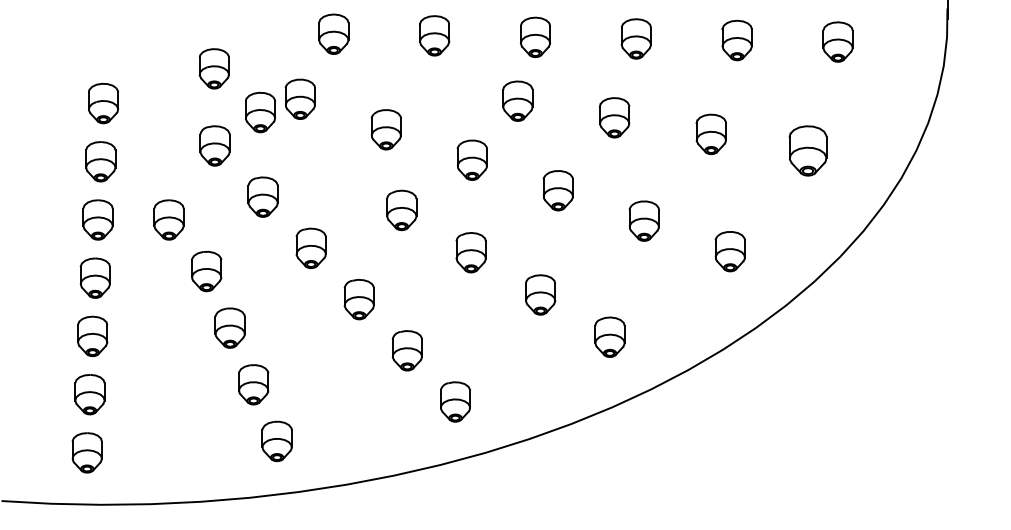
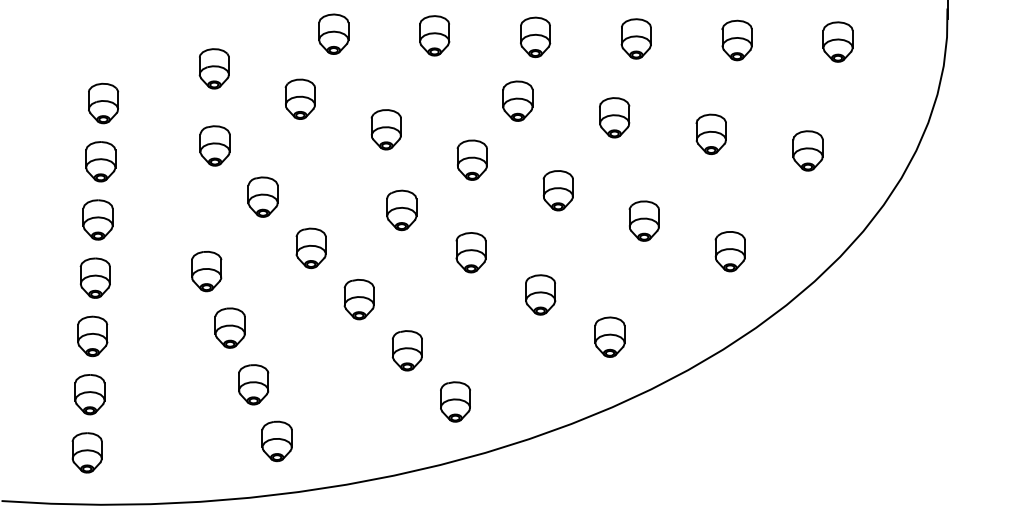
part at (260, 112): present -> none
part at (807, 150) size: 40x52 px -> 32x42 px
part at (168, 219): present -> none
